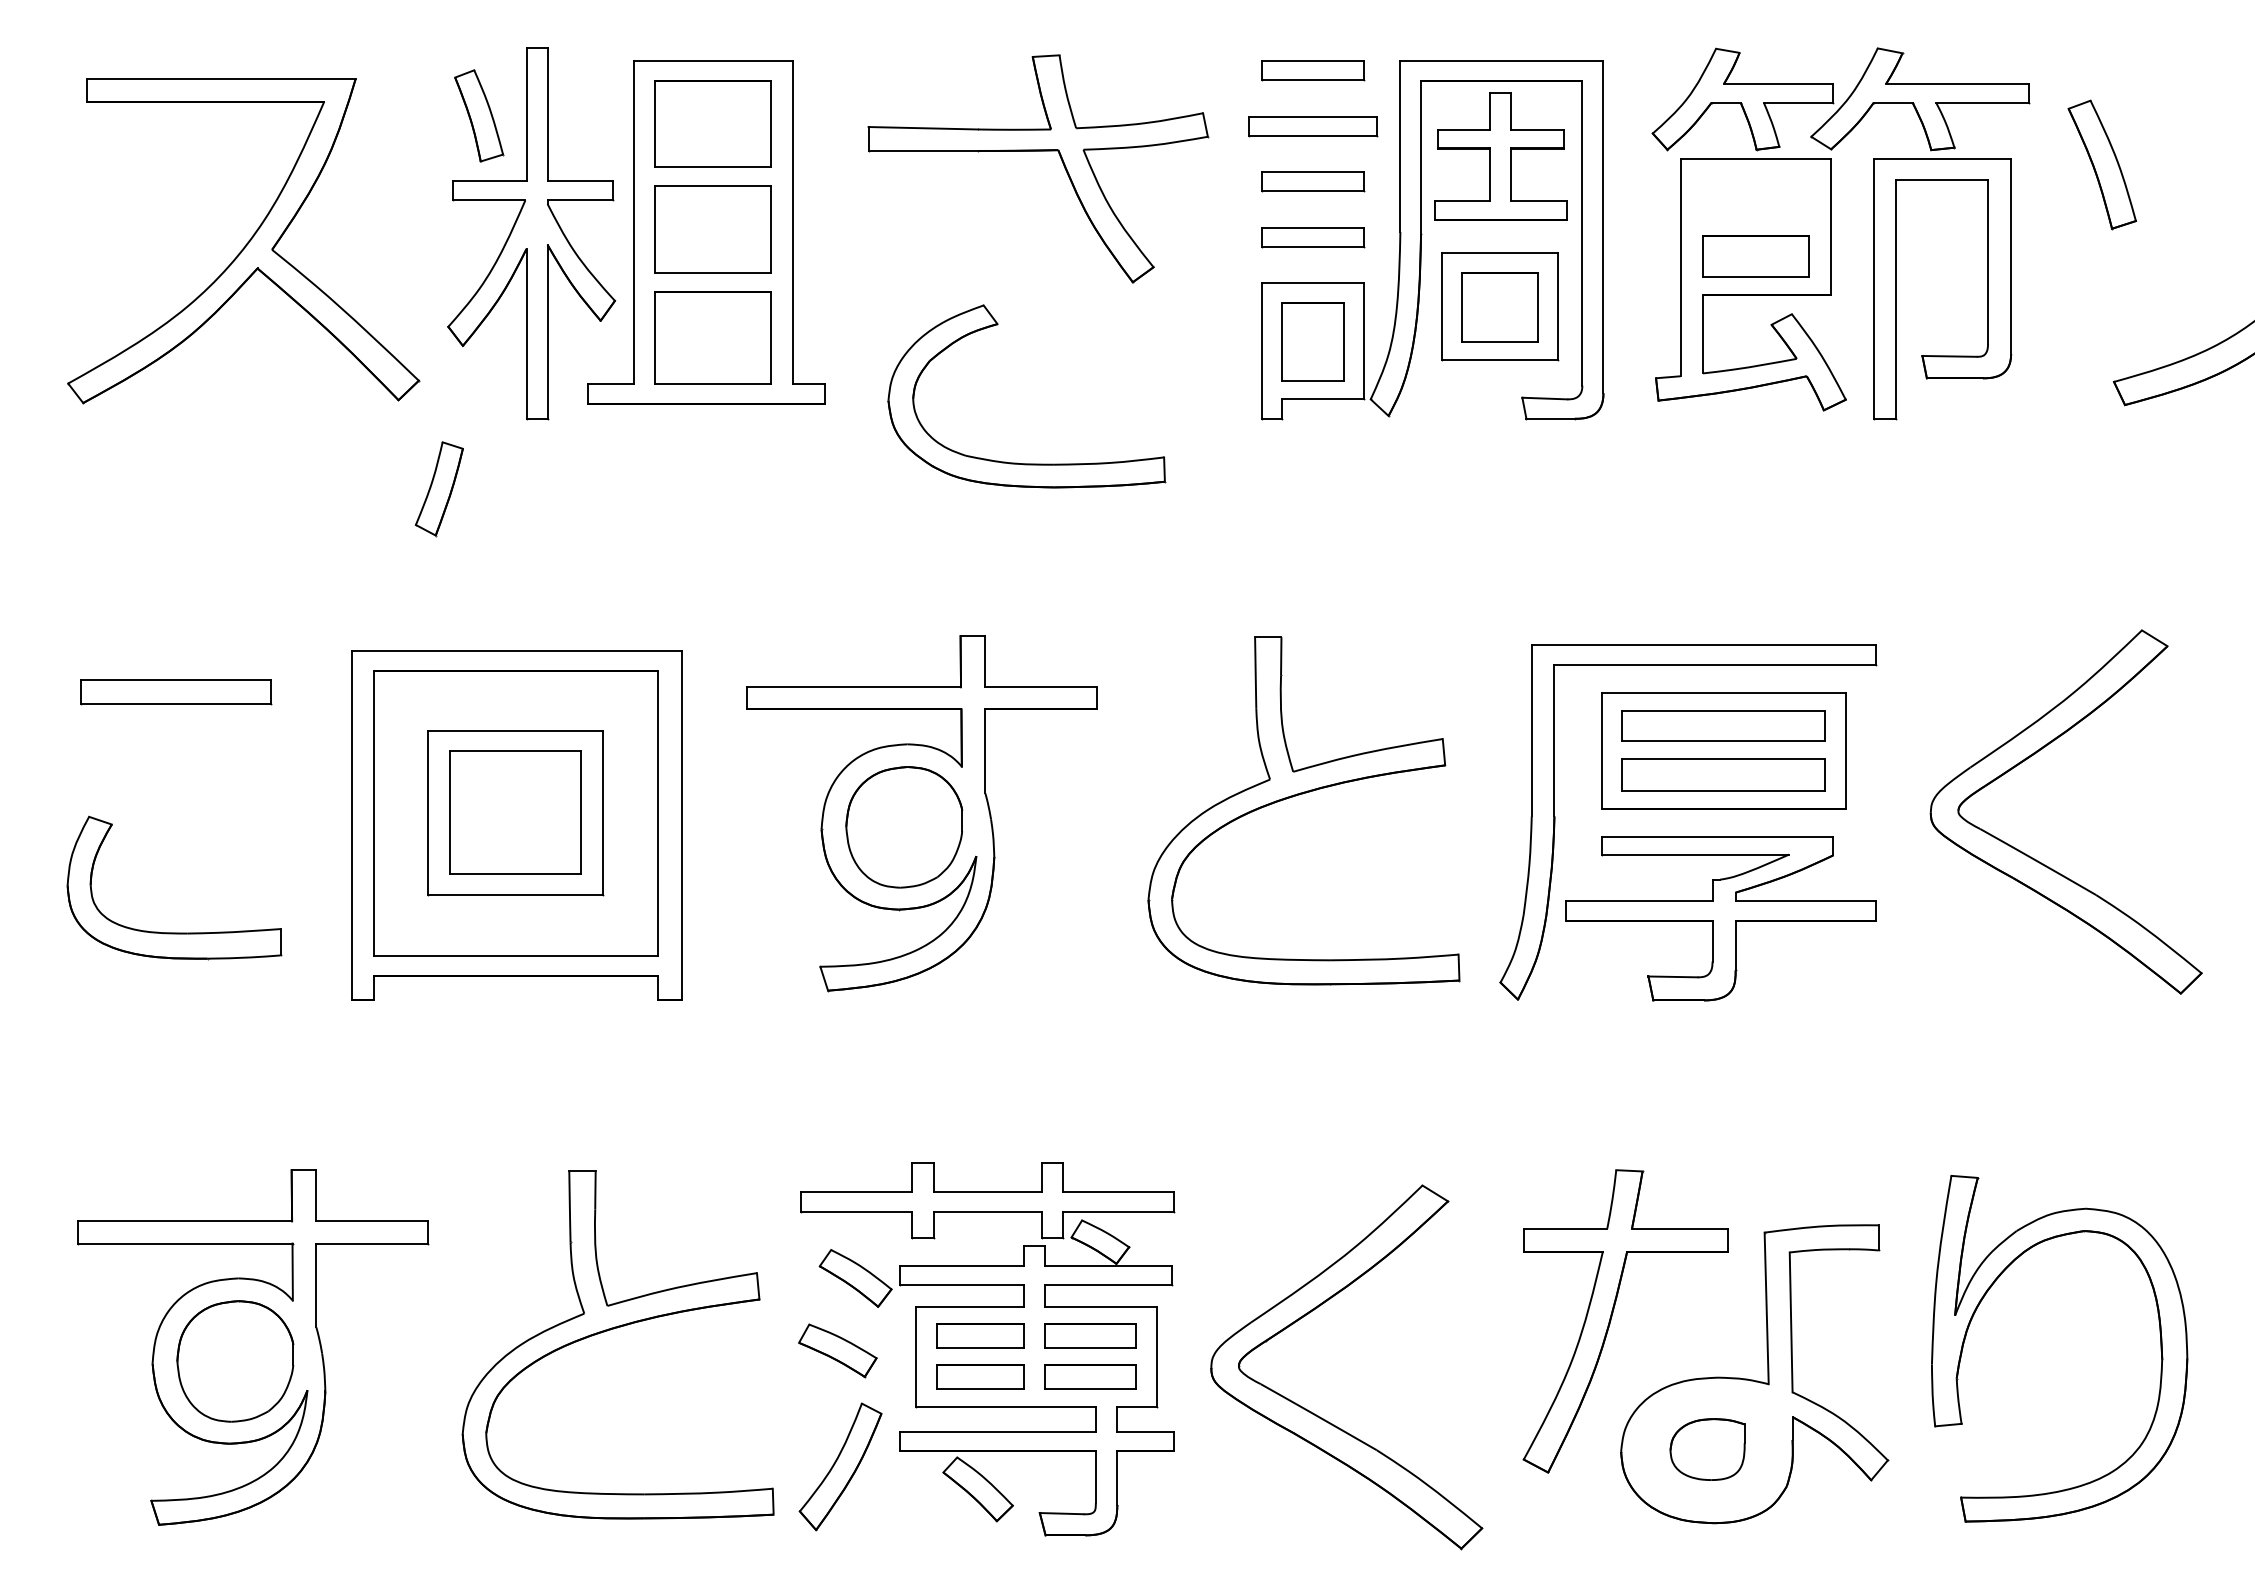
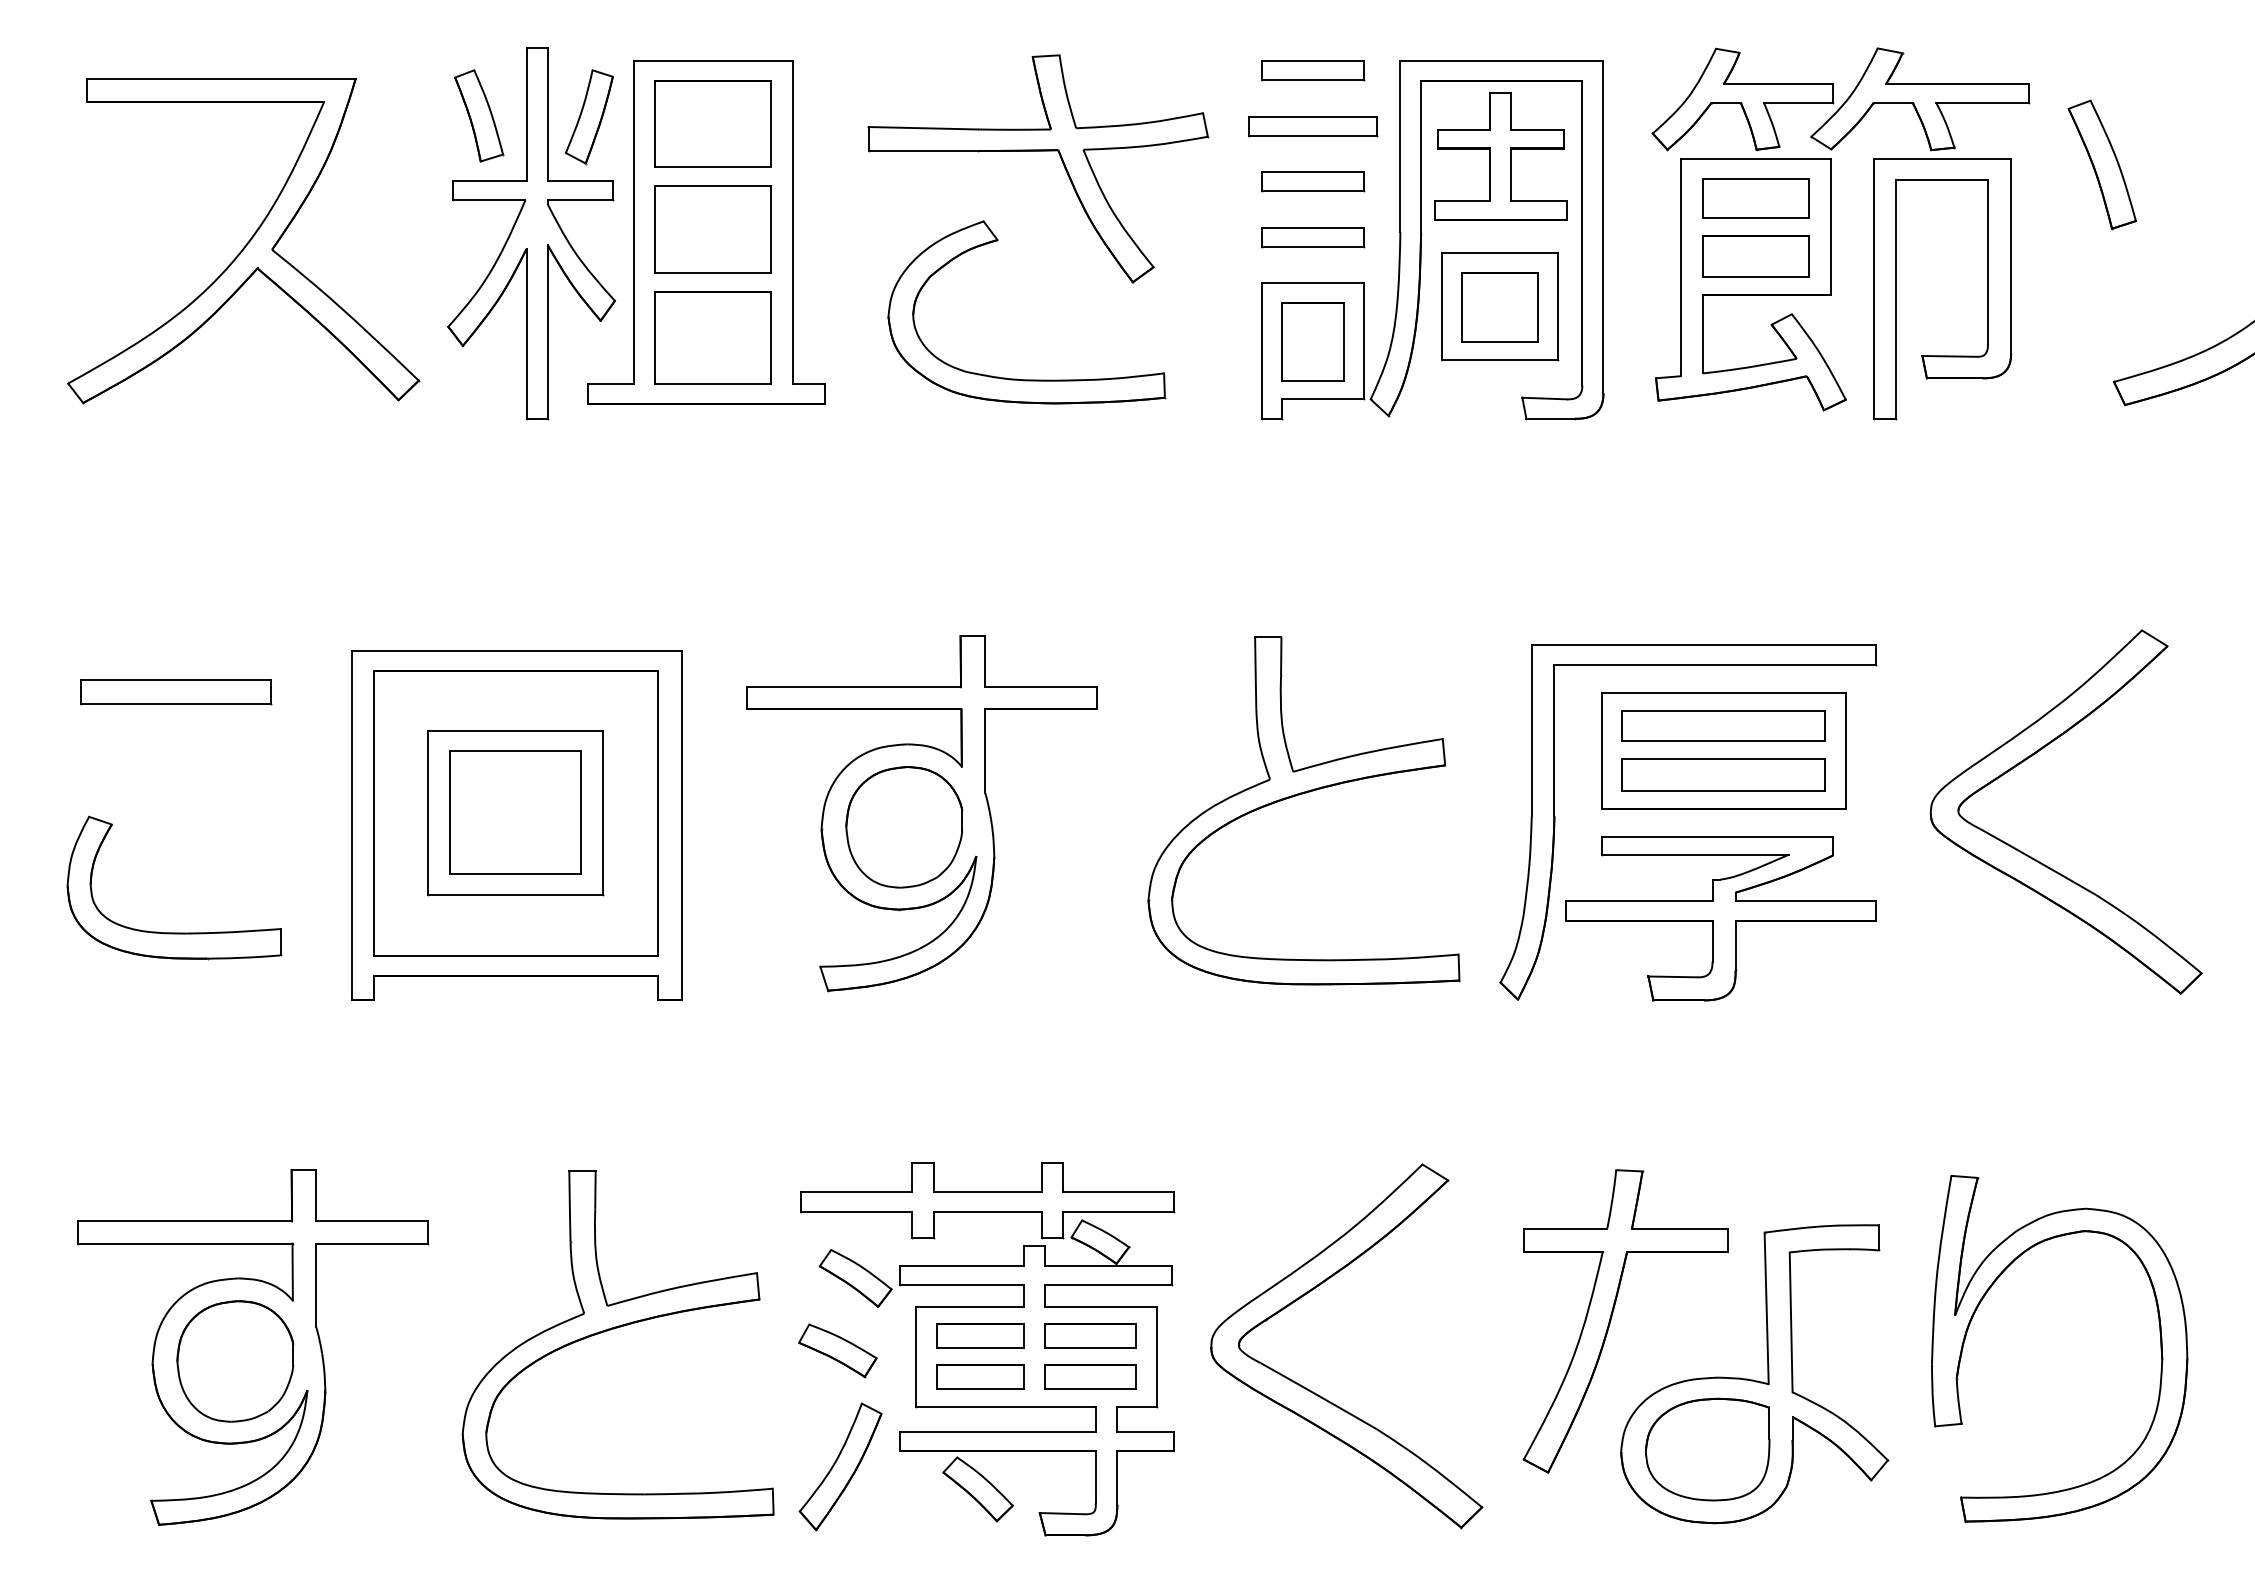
part at (1755, 198): none -> present
part at (1017, 462) position: (1017, 462) -> (1017, 378)
part at (438, 489) position: (438, 489) -> (588, 117)
part at (1320, 1416) position: (1320, 1416) -> (1320, 1395)
part at (1707, 1449) size: 77x63 px -> 127x105 px
